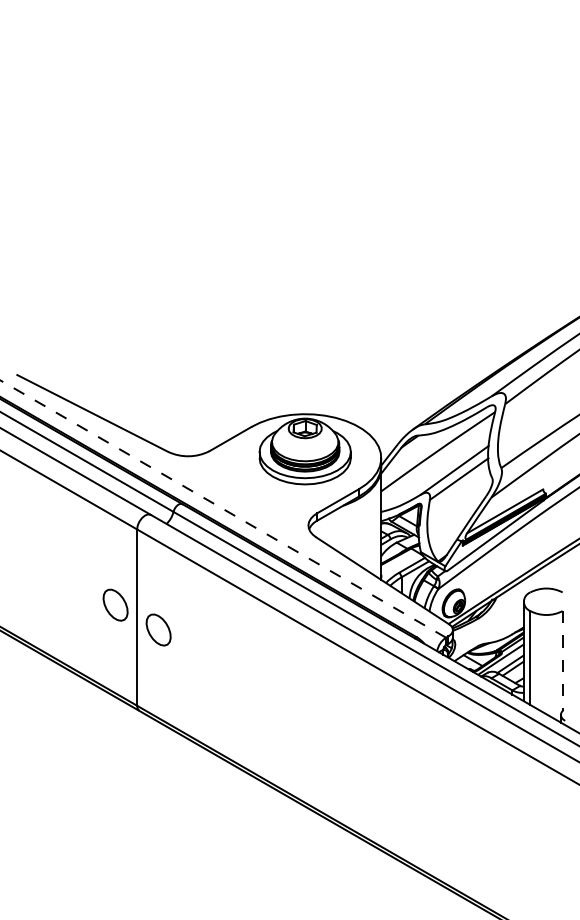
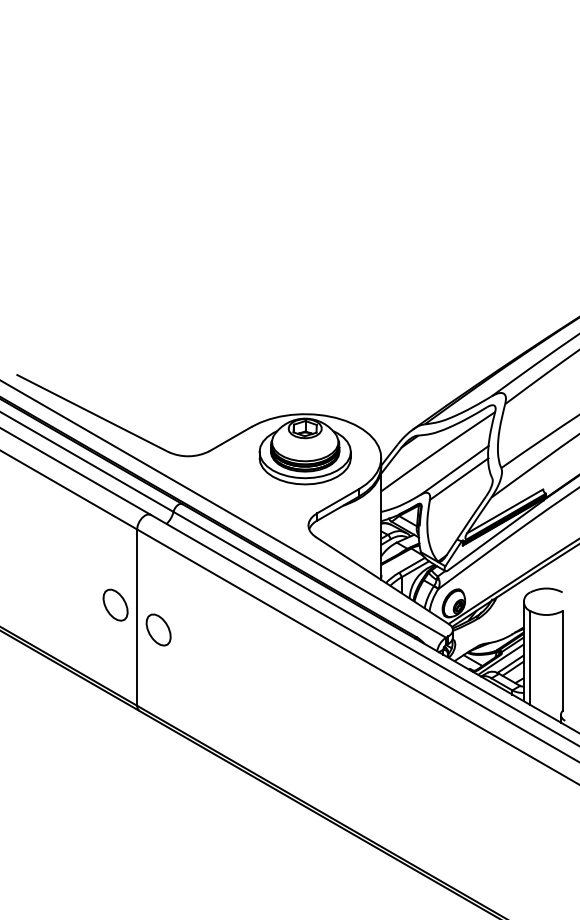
line at (222, 508): dashed -> solid
line at (562, 661): dashed -> solid
